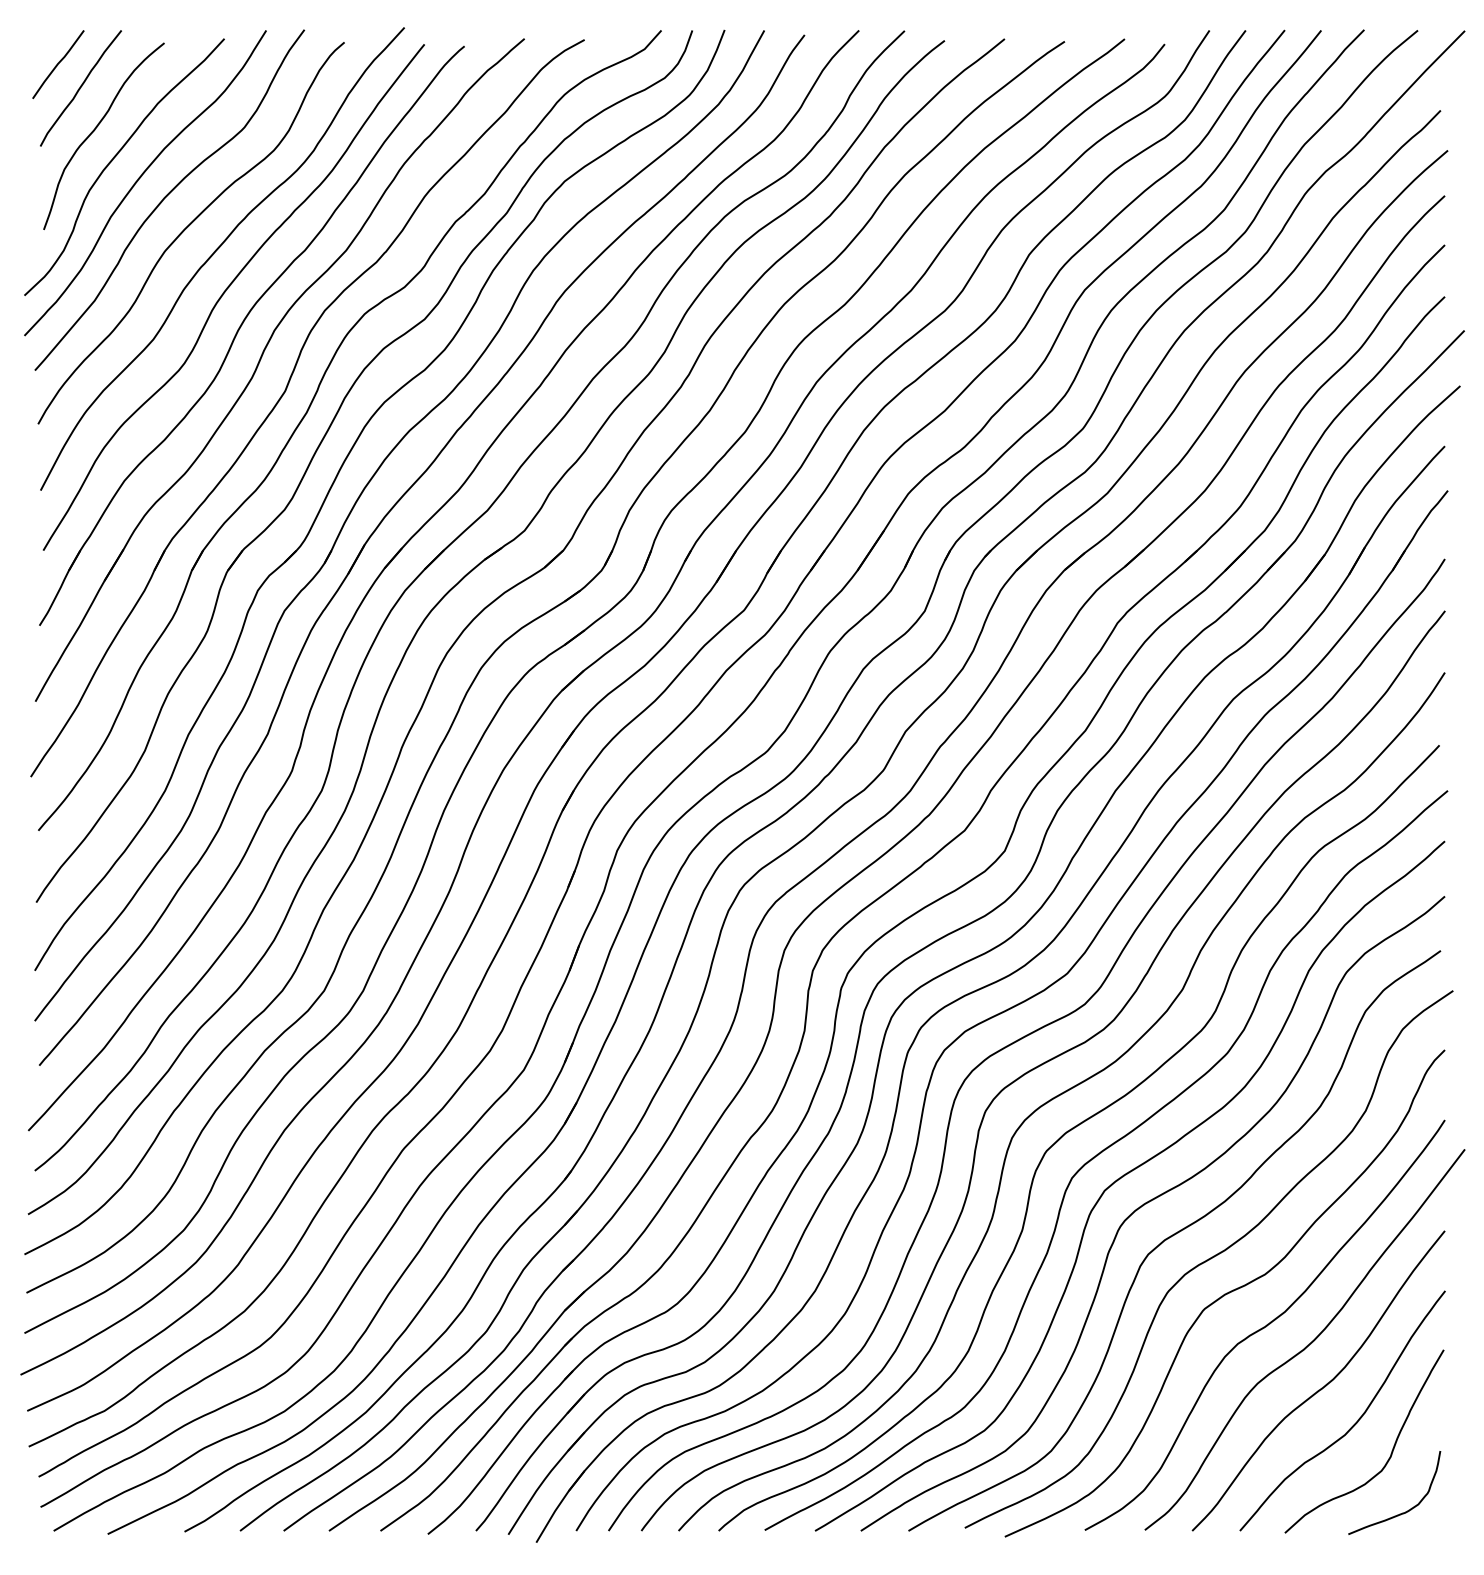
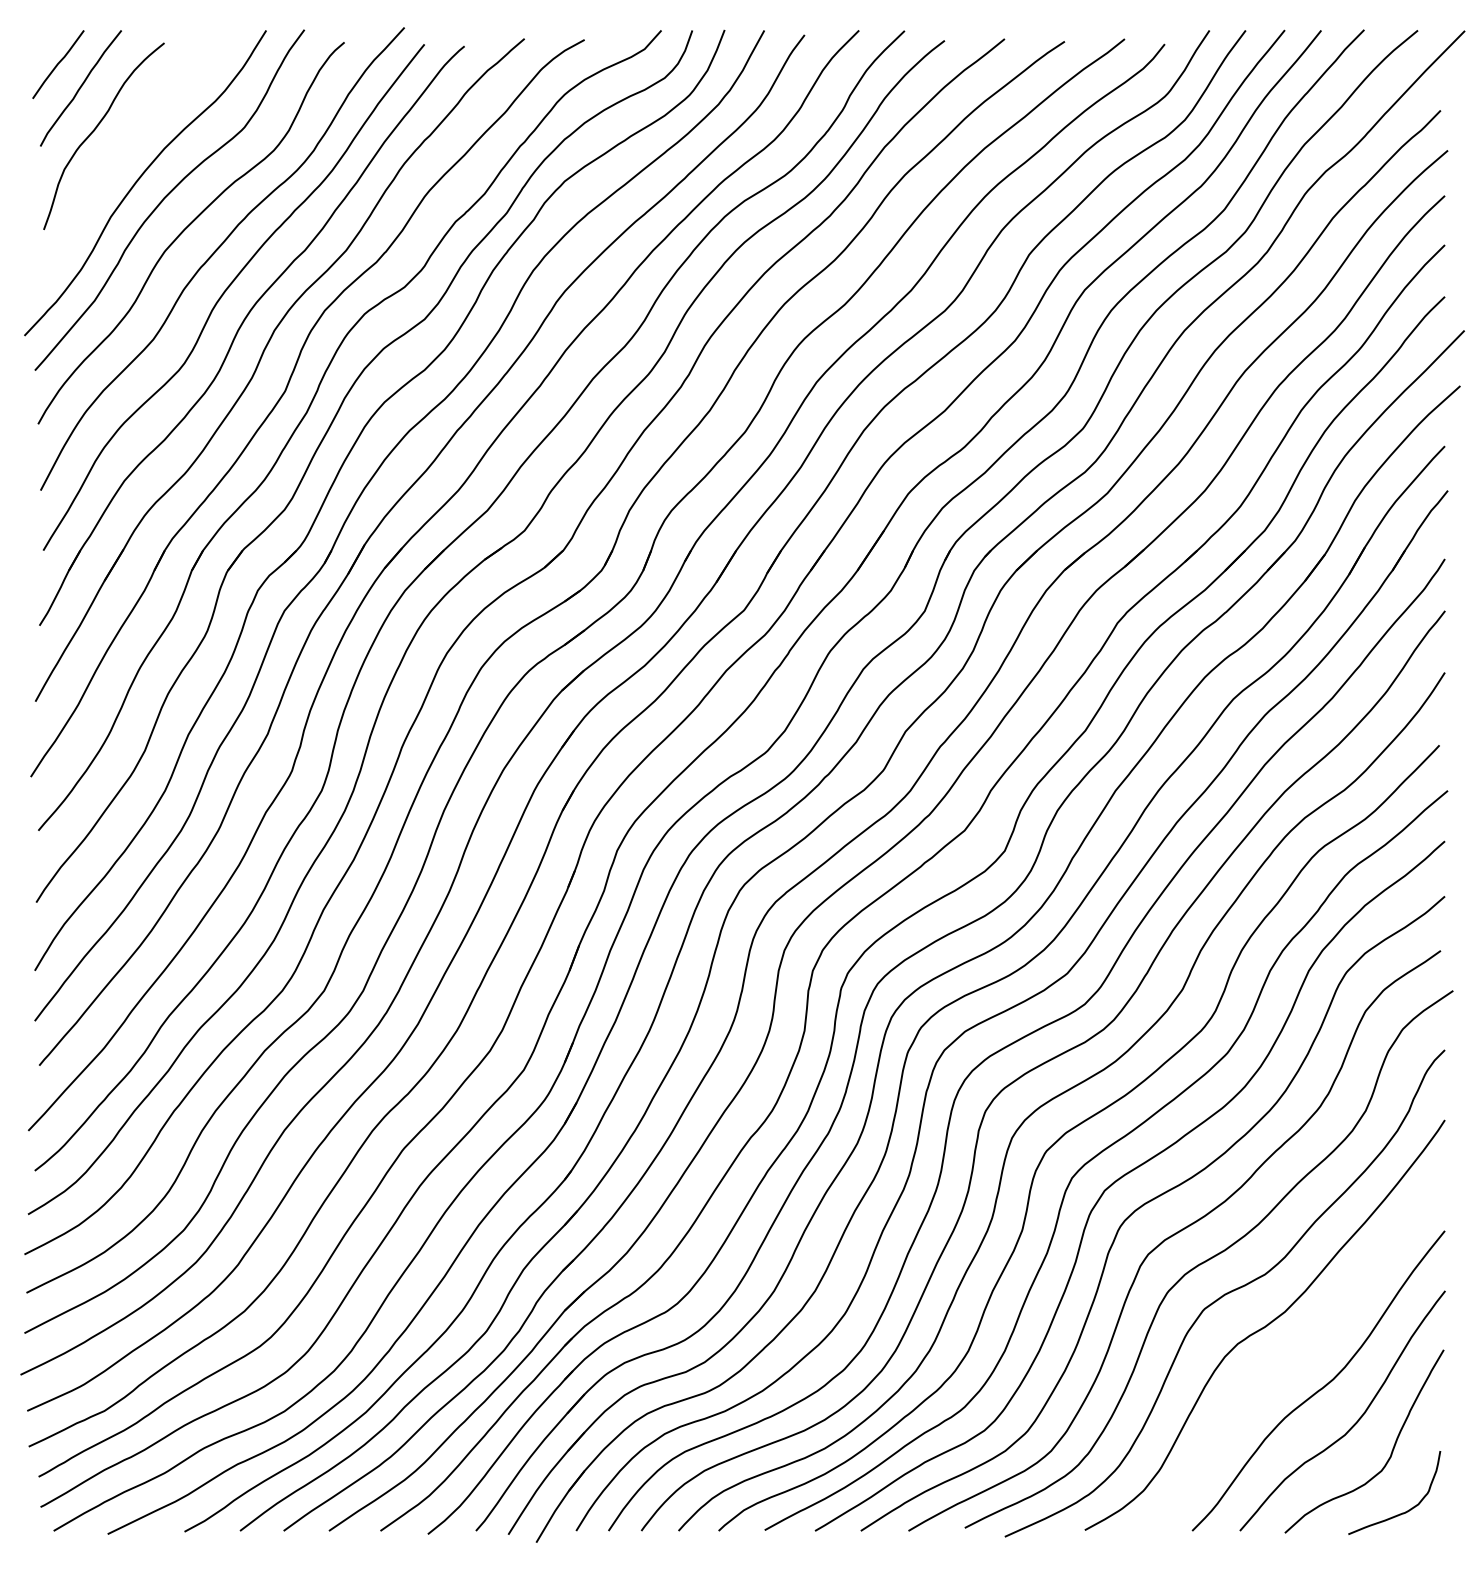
curve at (115, 157): present -> none
curve at (1306, 1345): present -> none
